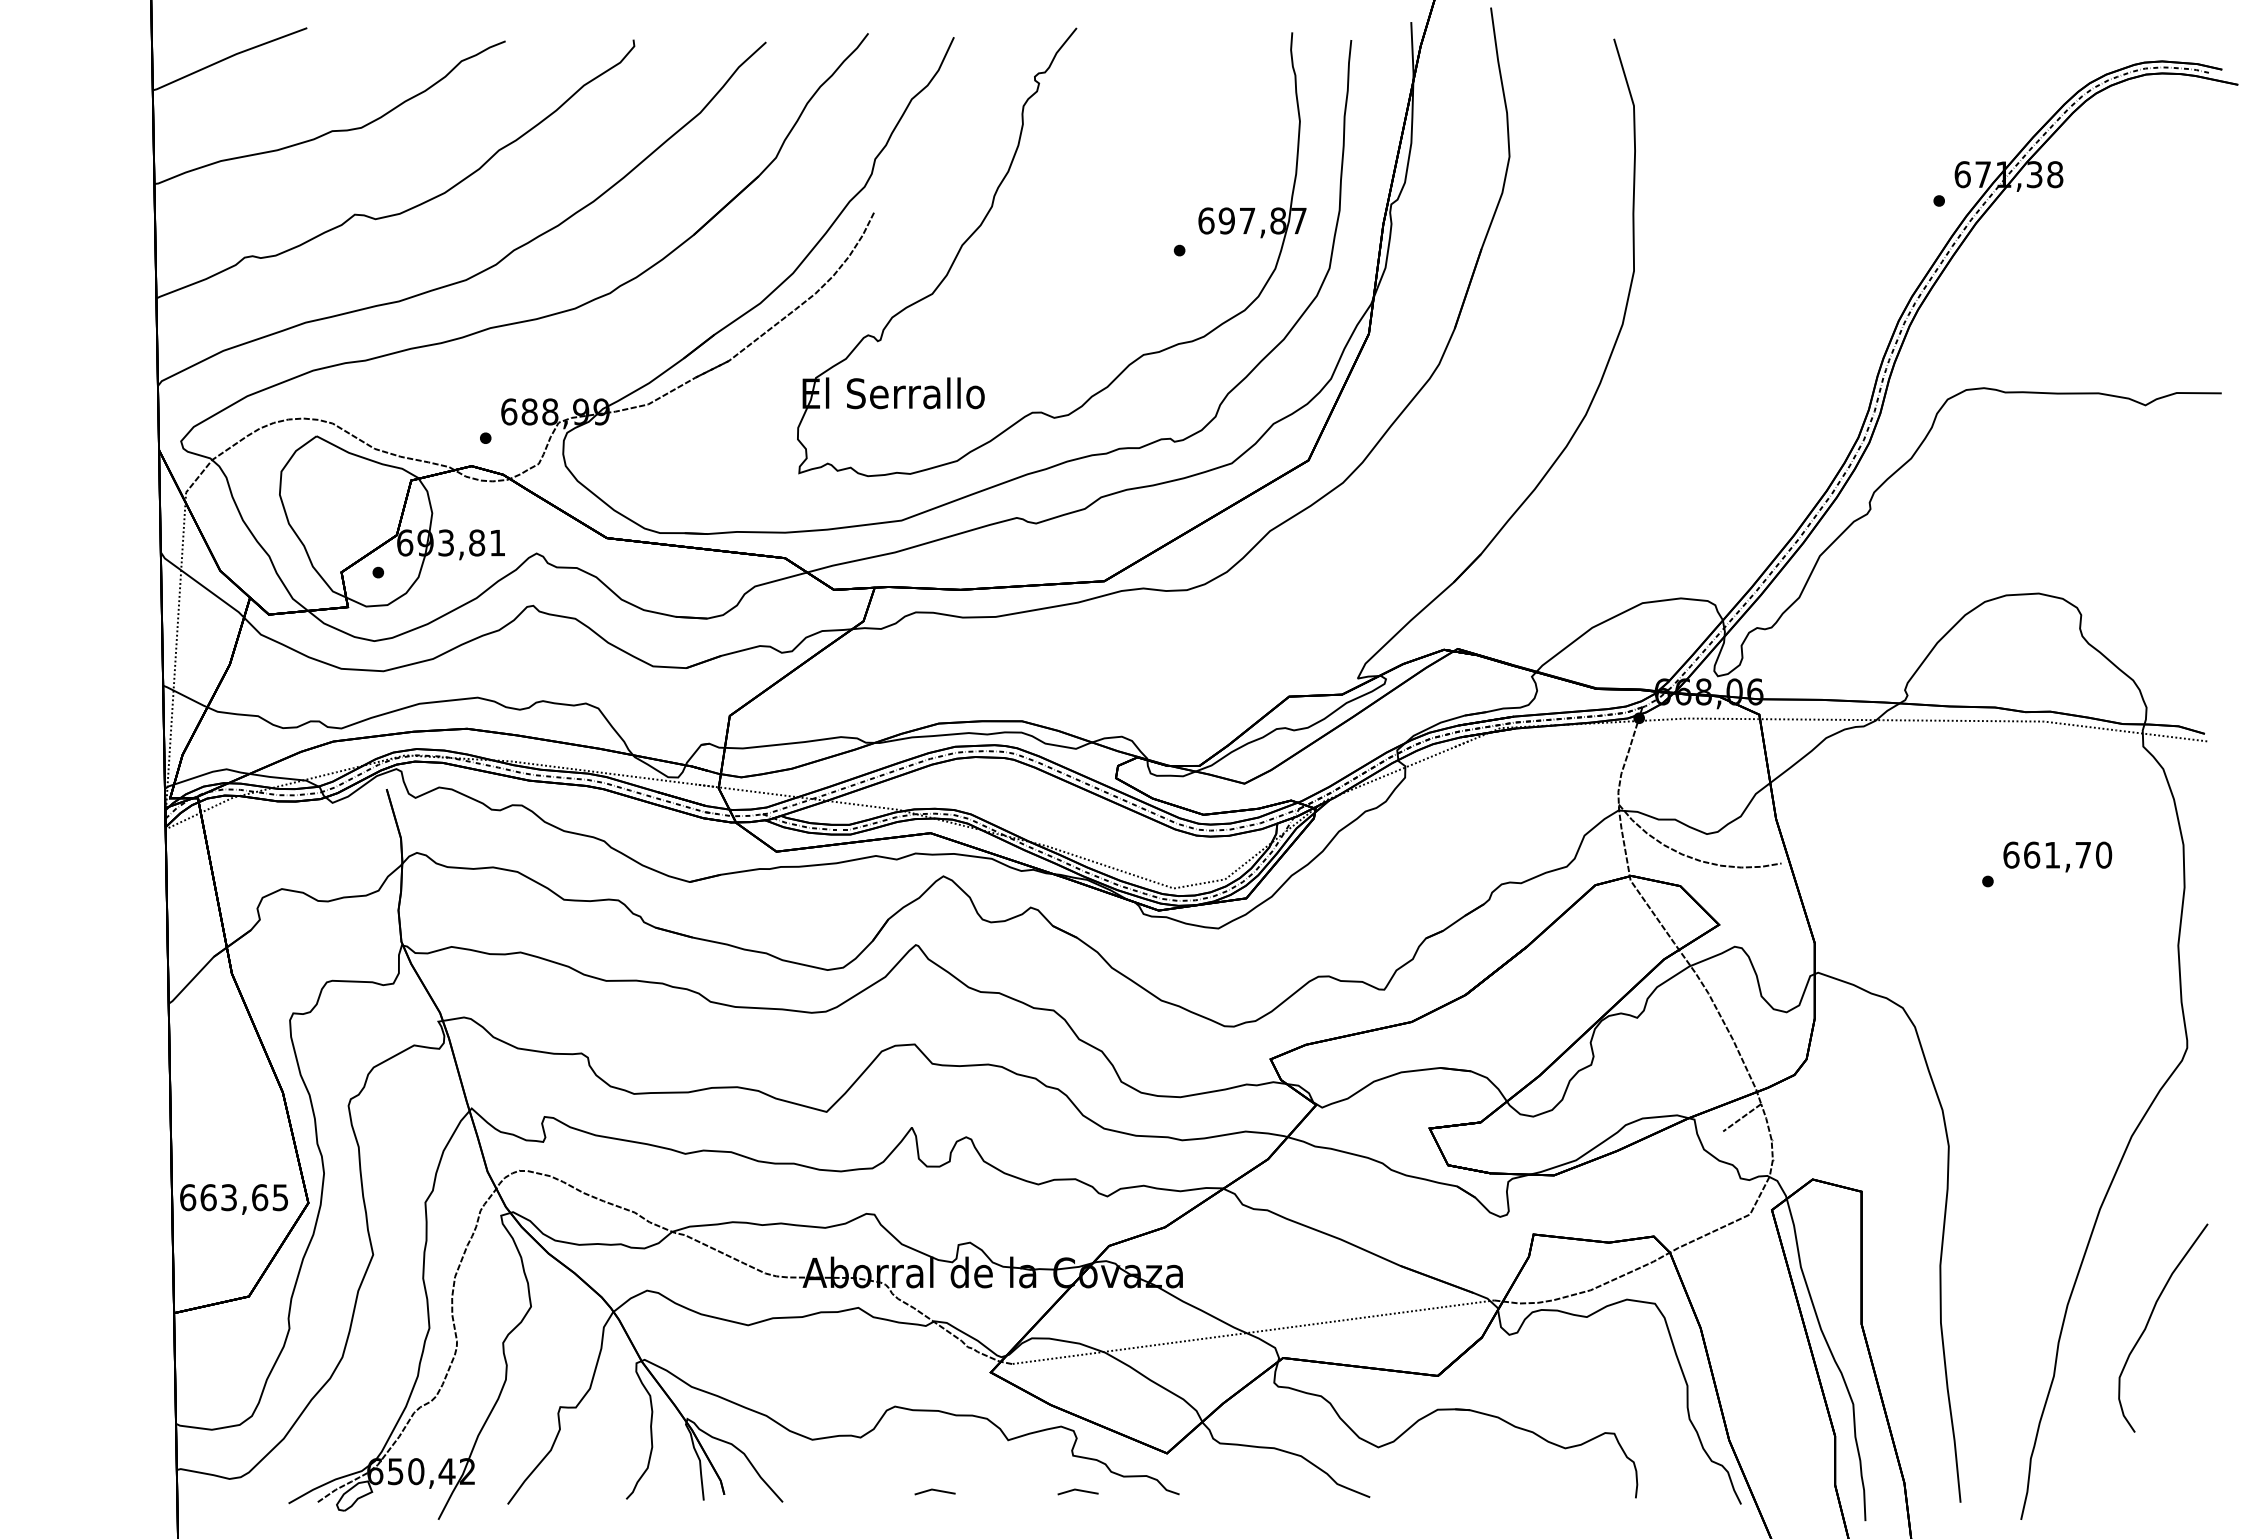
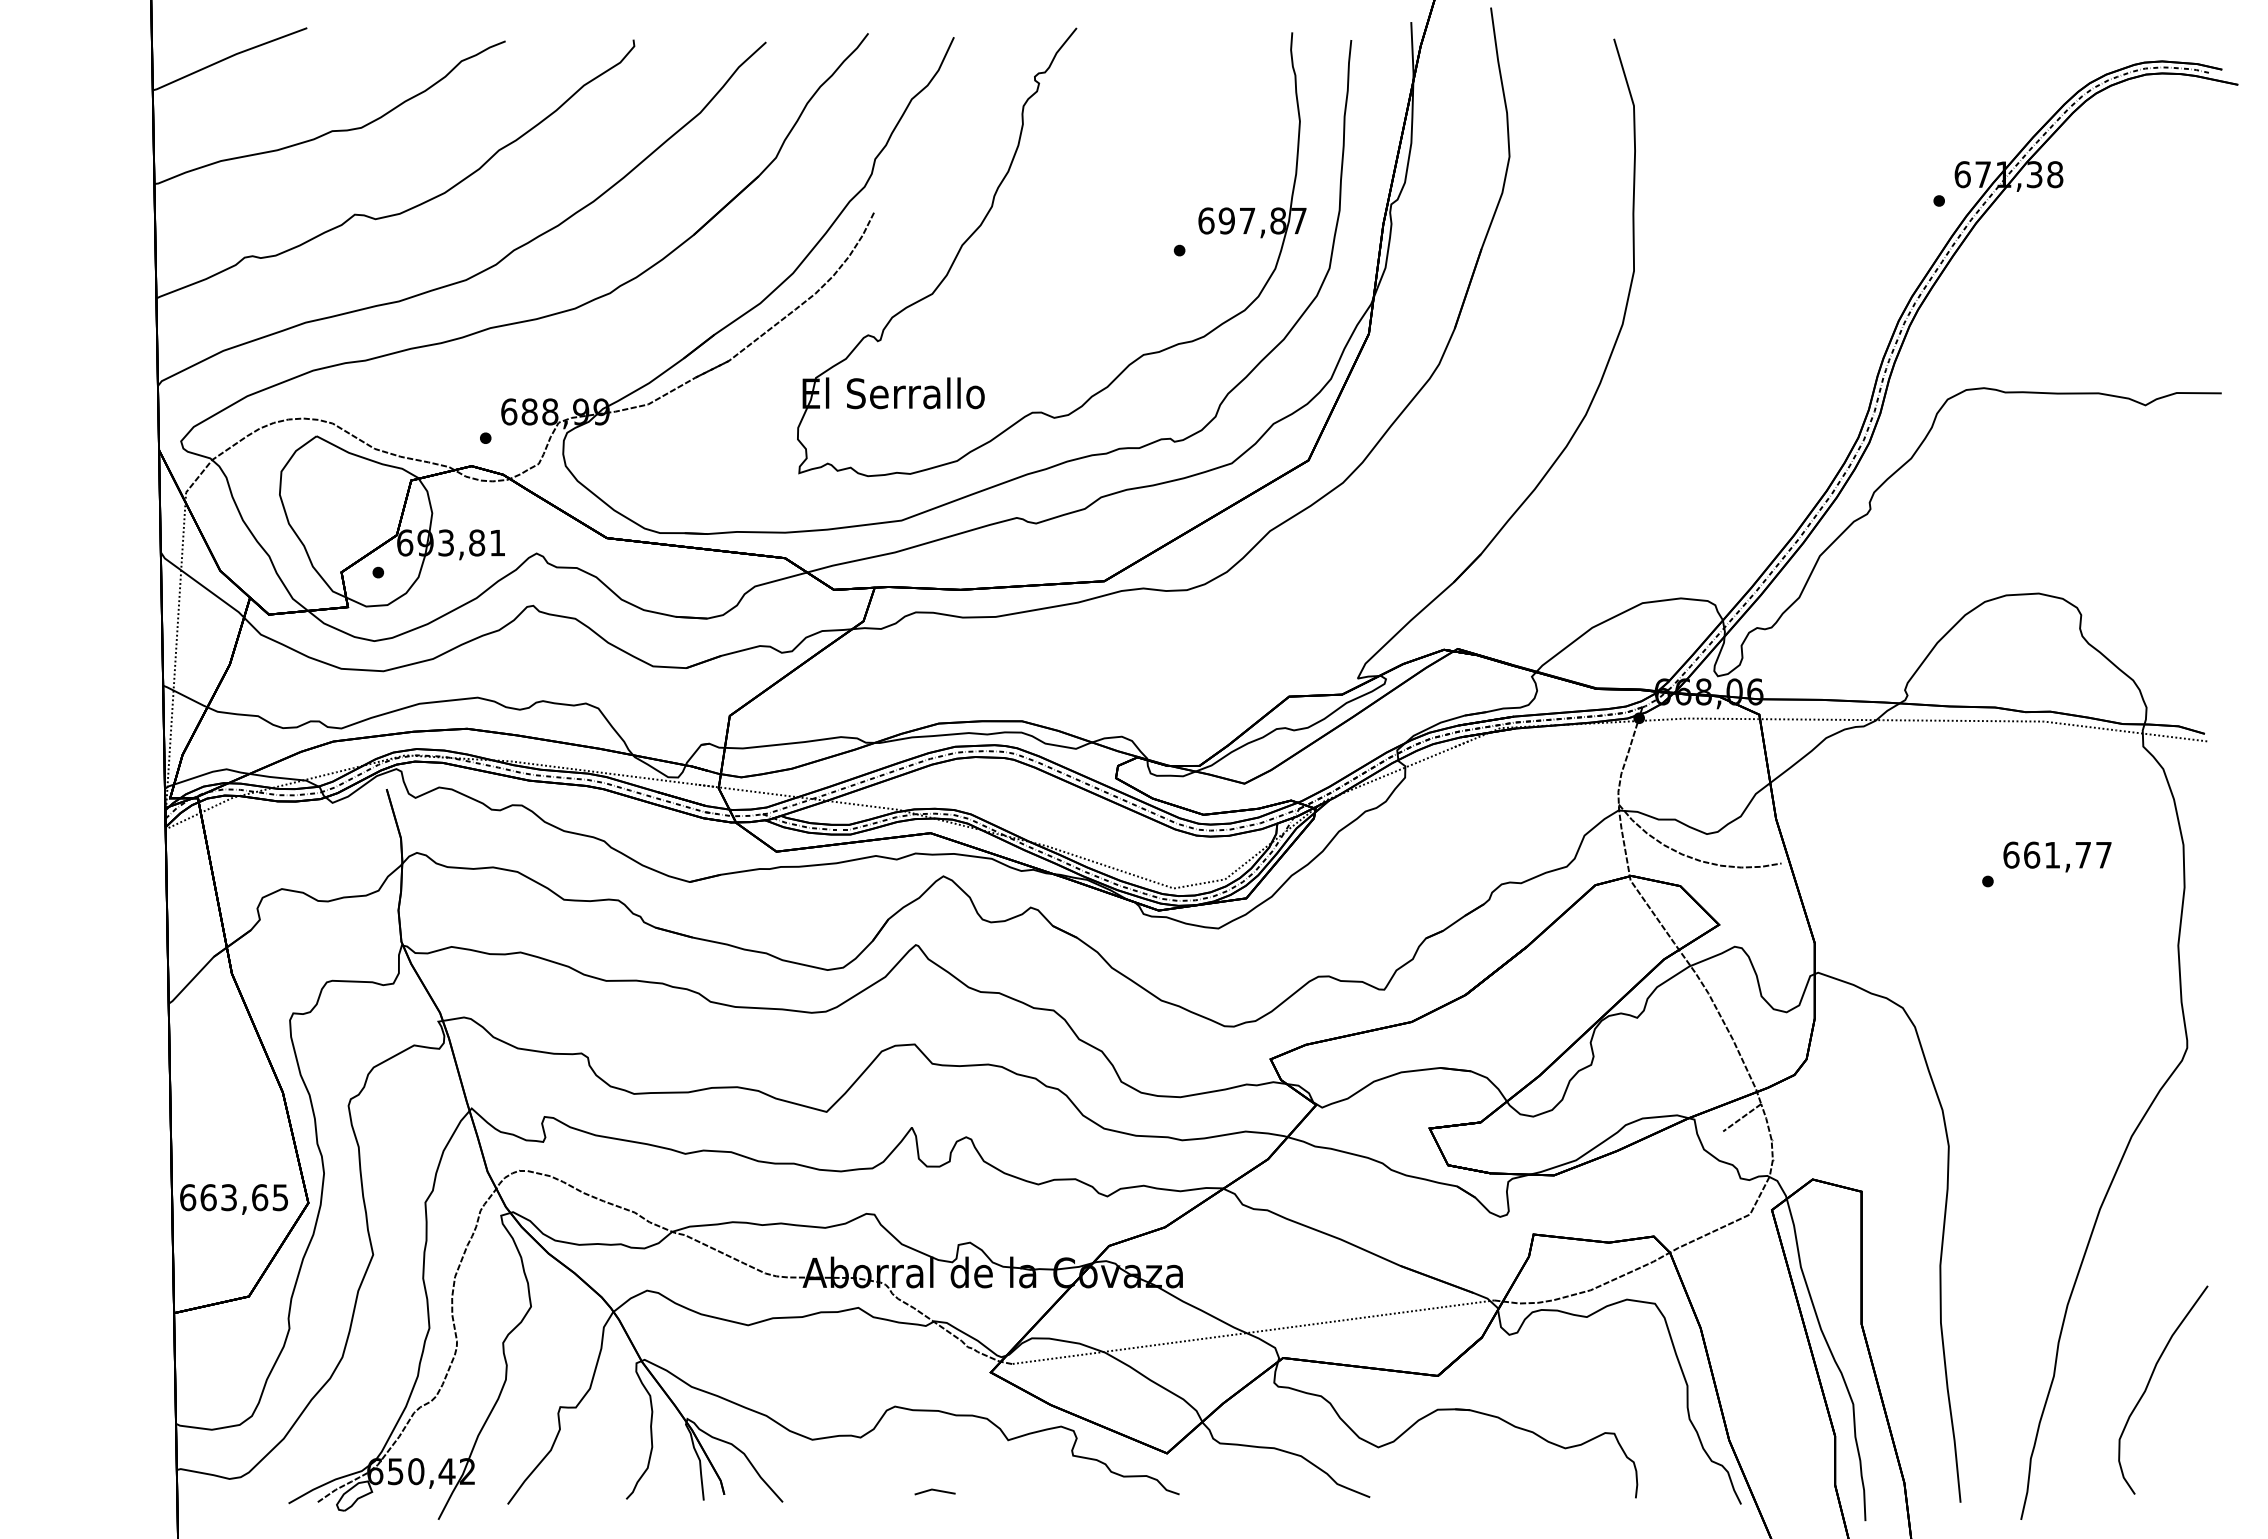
text at (2103, 854): 661,70 -> 661,77
curve at (2149, 1321) position: (2149, 1321) -> (2149, 1383)
line at (1077, 1490): present -> none
